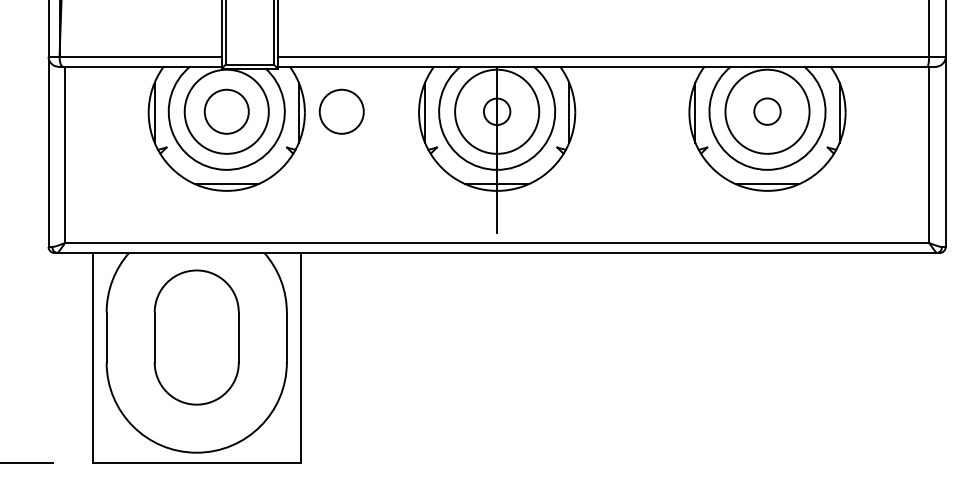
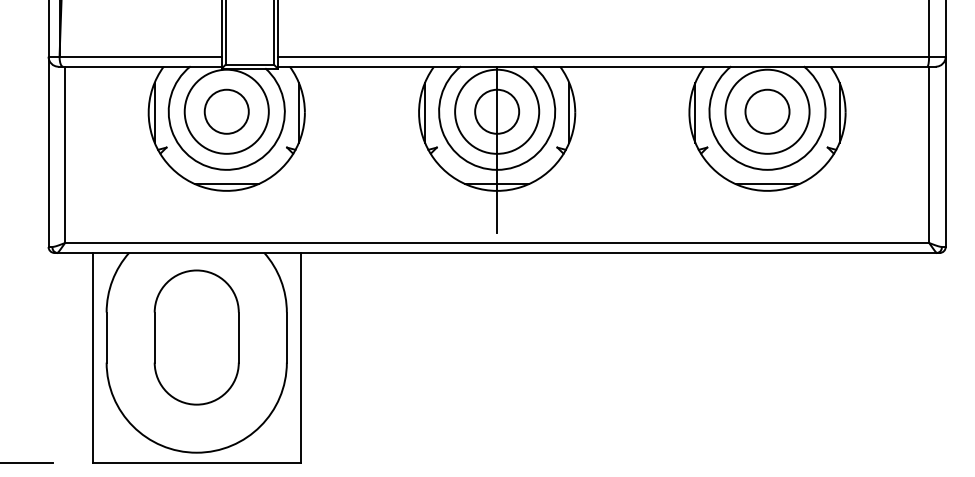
circle at (341, 111): present -> none
circle at (496, 111) diameter: 26 px -> 44 px
circle at (767, 111) size: 29x29 px -> 47x47 px
